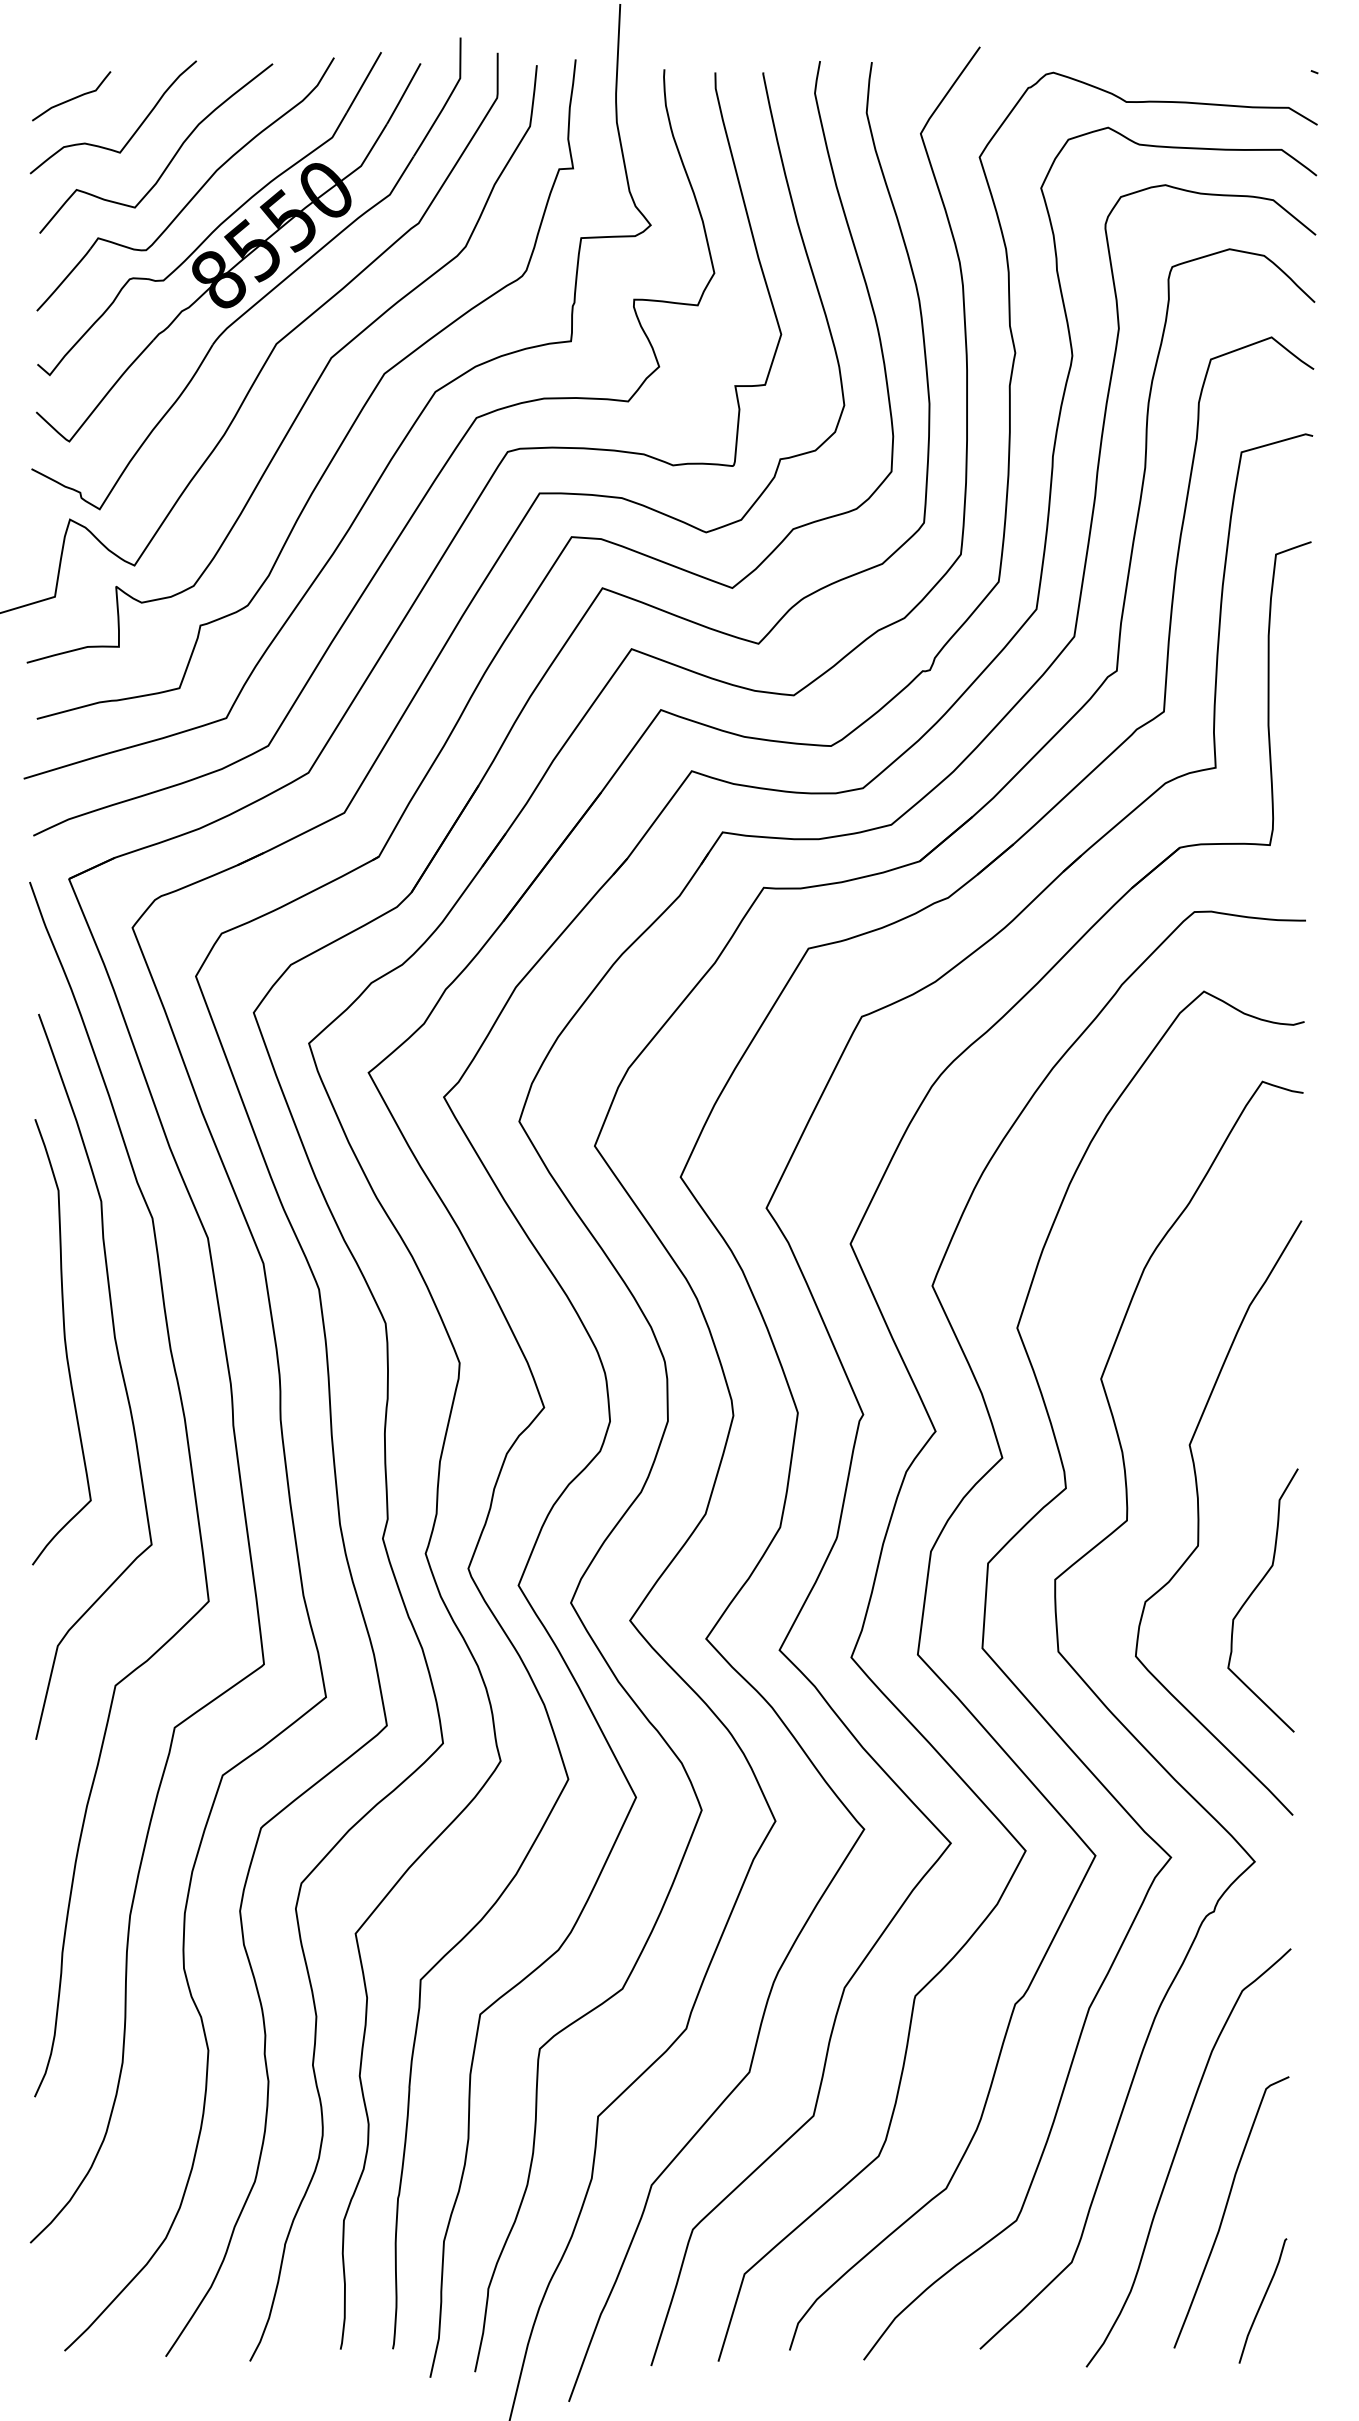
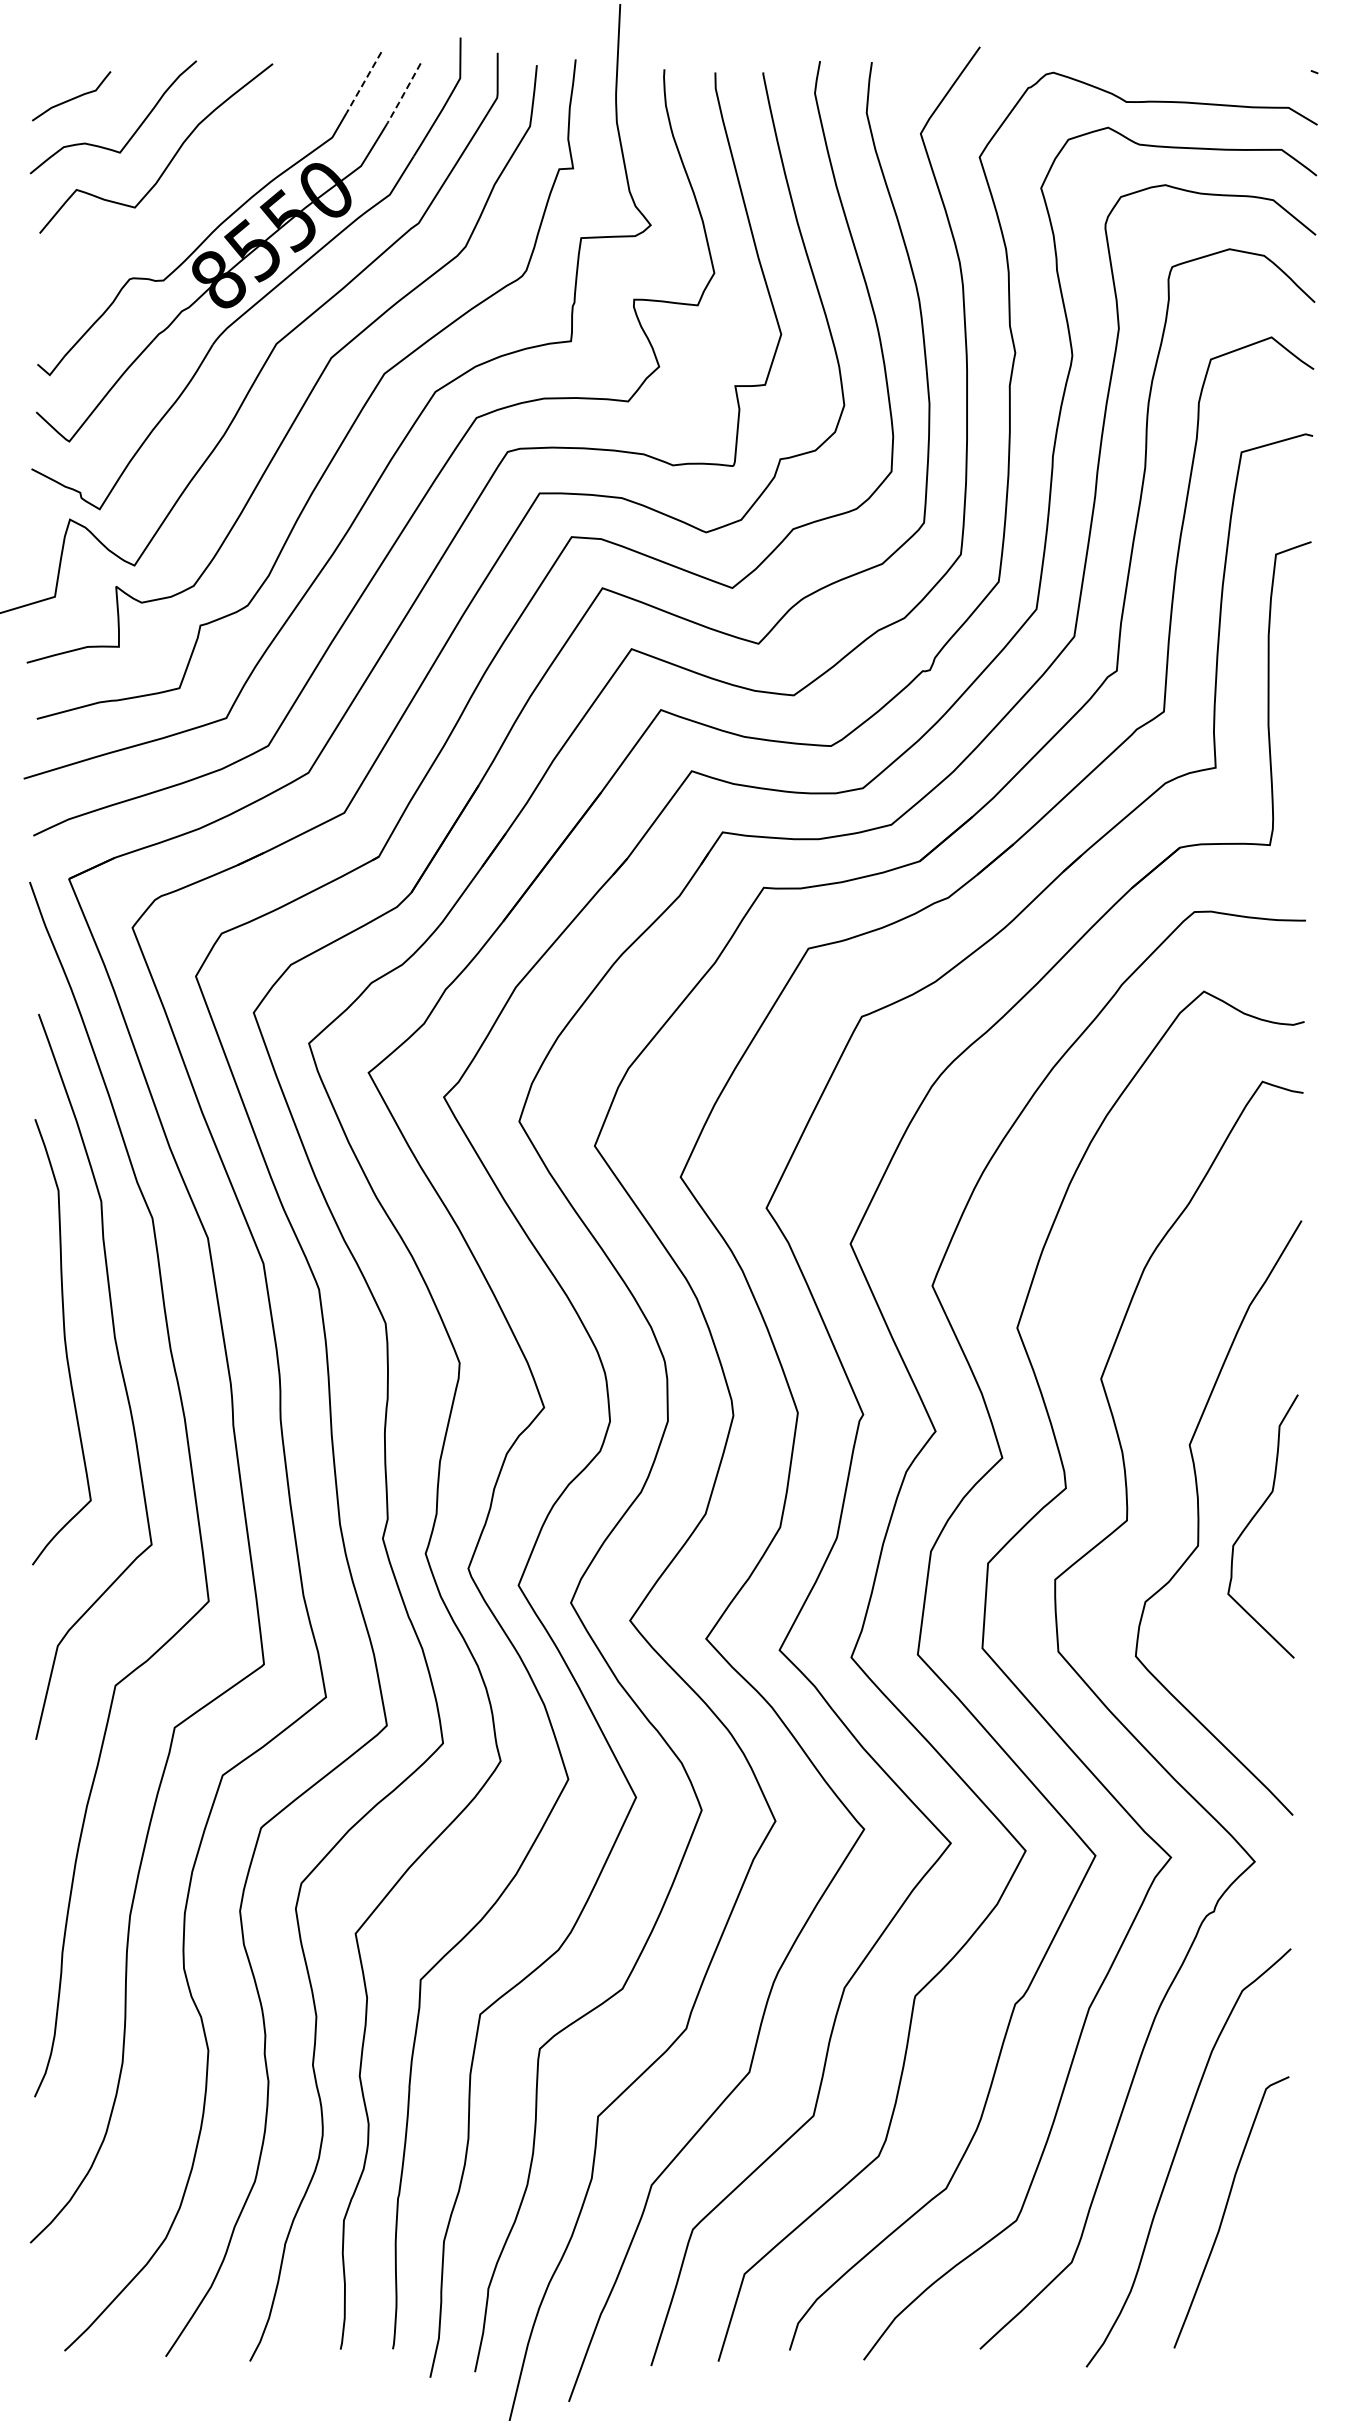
line at (363, 83): solid -> dashed
line at (403, 94): solid -> dashed
part at (195, 193): present -> none
curve at (1252, 1594) position: (1252, 1594) -> (1252, 1520)
curve at (1262, 2300): present -> none
